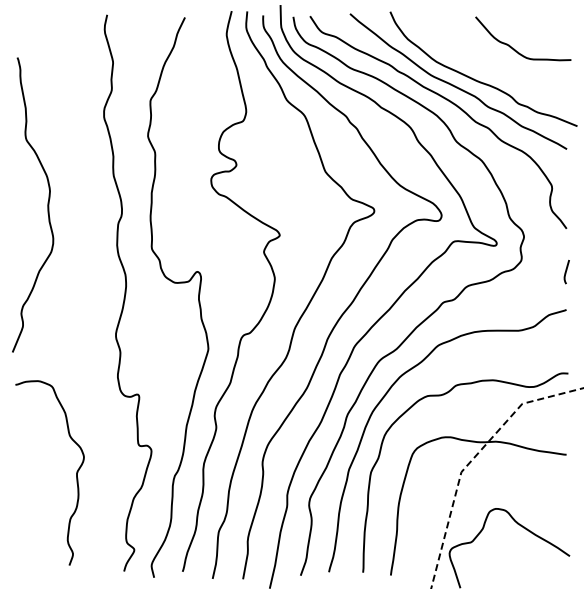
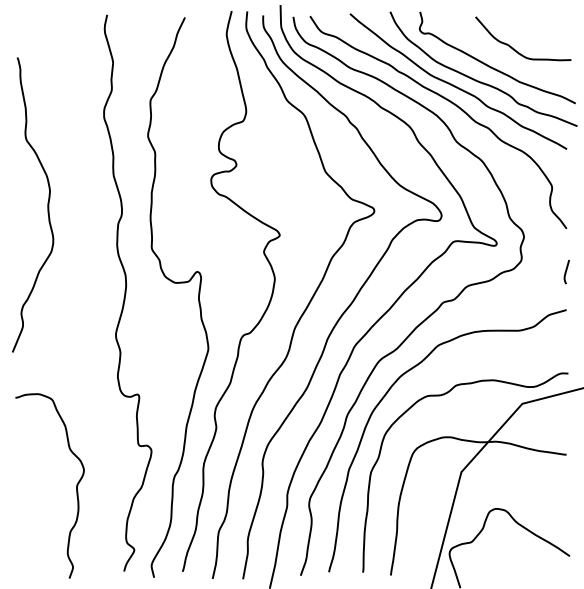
curve at (493, 67): none -> present
line at (473, 458): dashed -> solid
curve at (76, 472) position: (76, 472) -> (76, 485)
